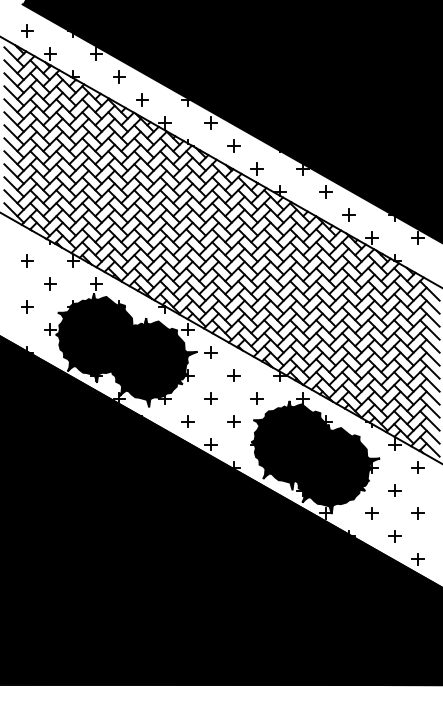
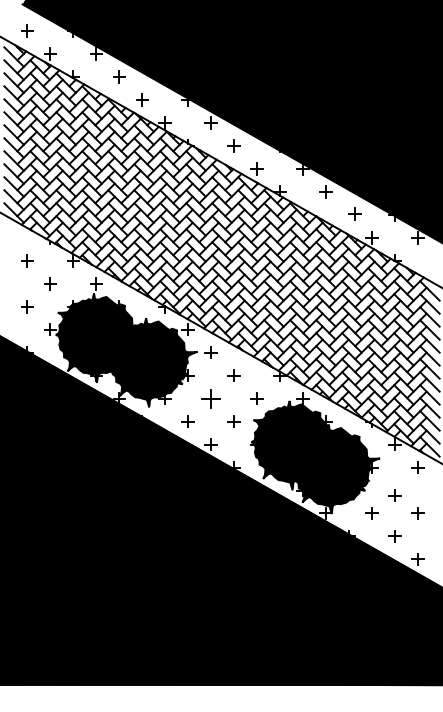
part at (348, 214) position: (348, 214) -> (354, 213)
part at (210, 398) size: 14x13 px -> 20x20 px
part at (394, 490) position: (394, 490) -> (394, 495)
